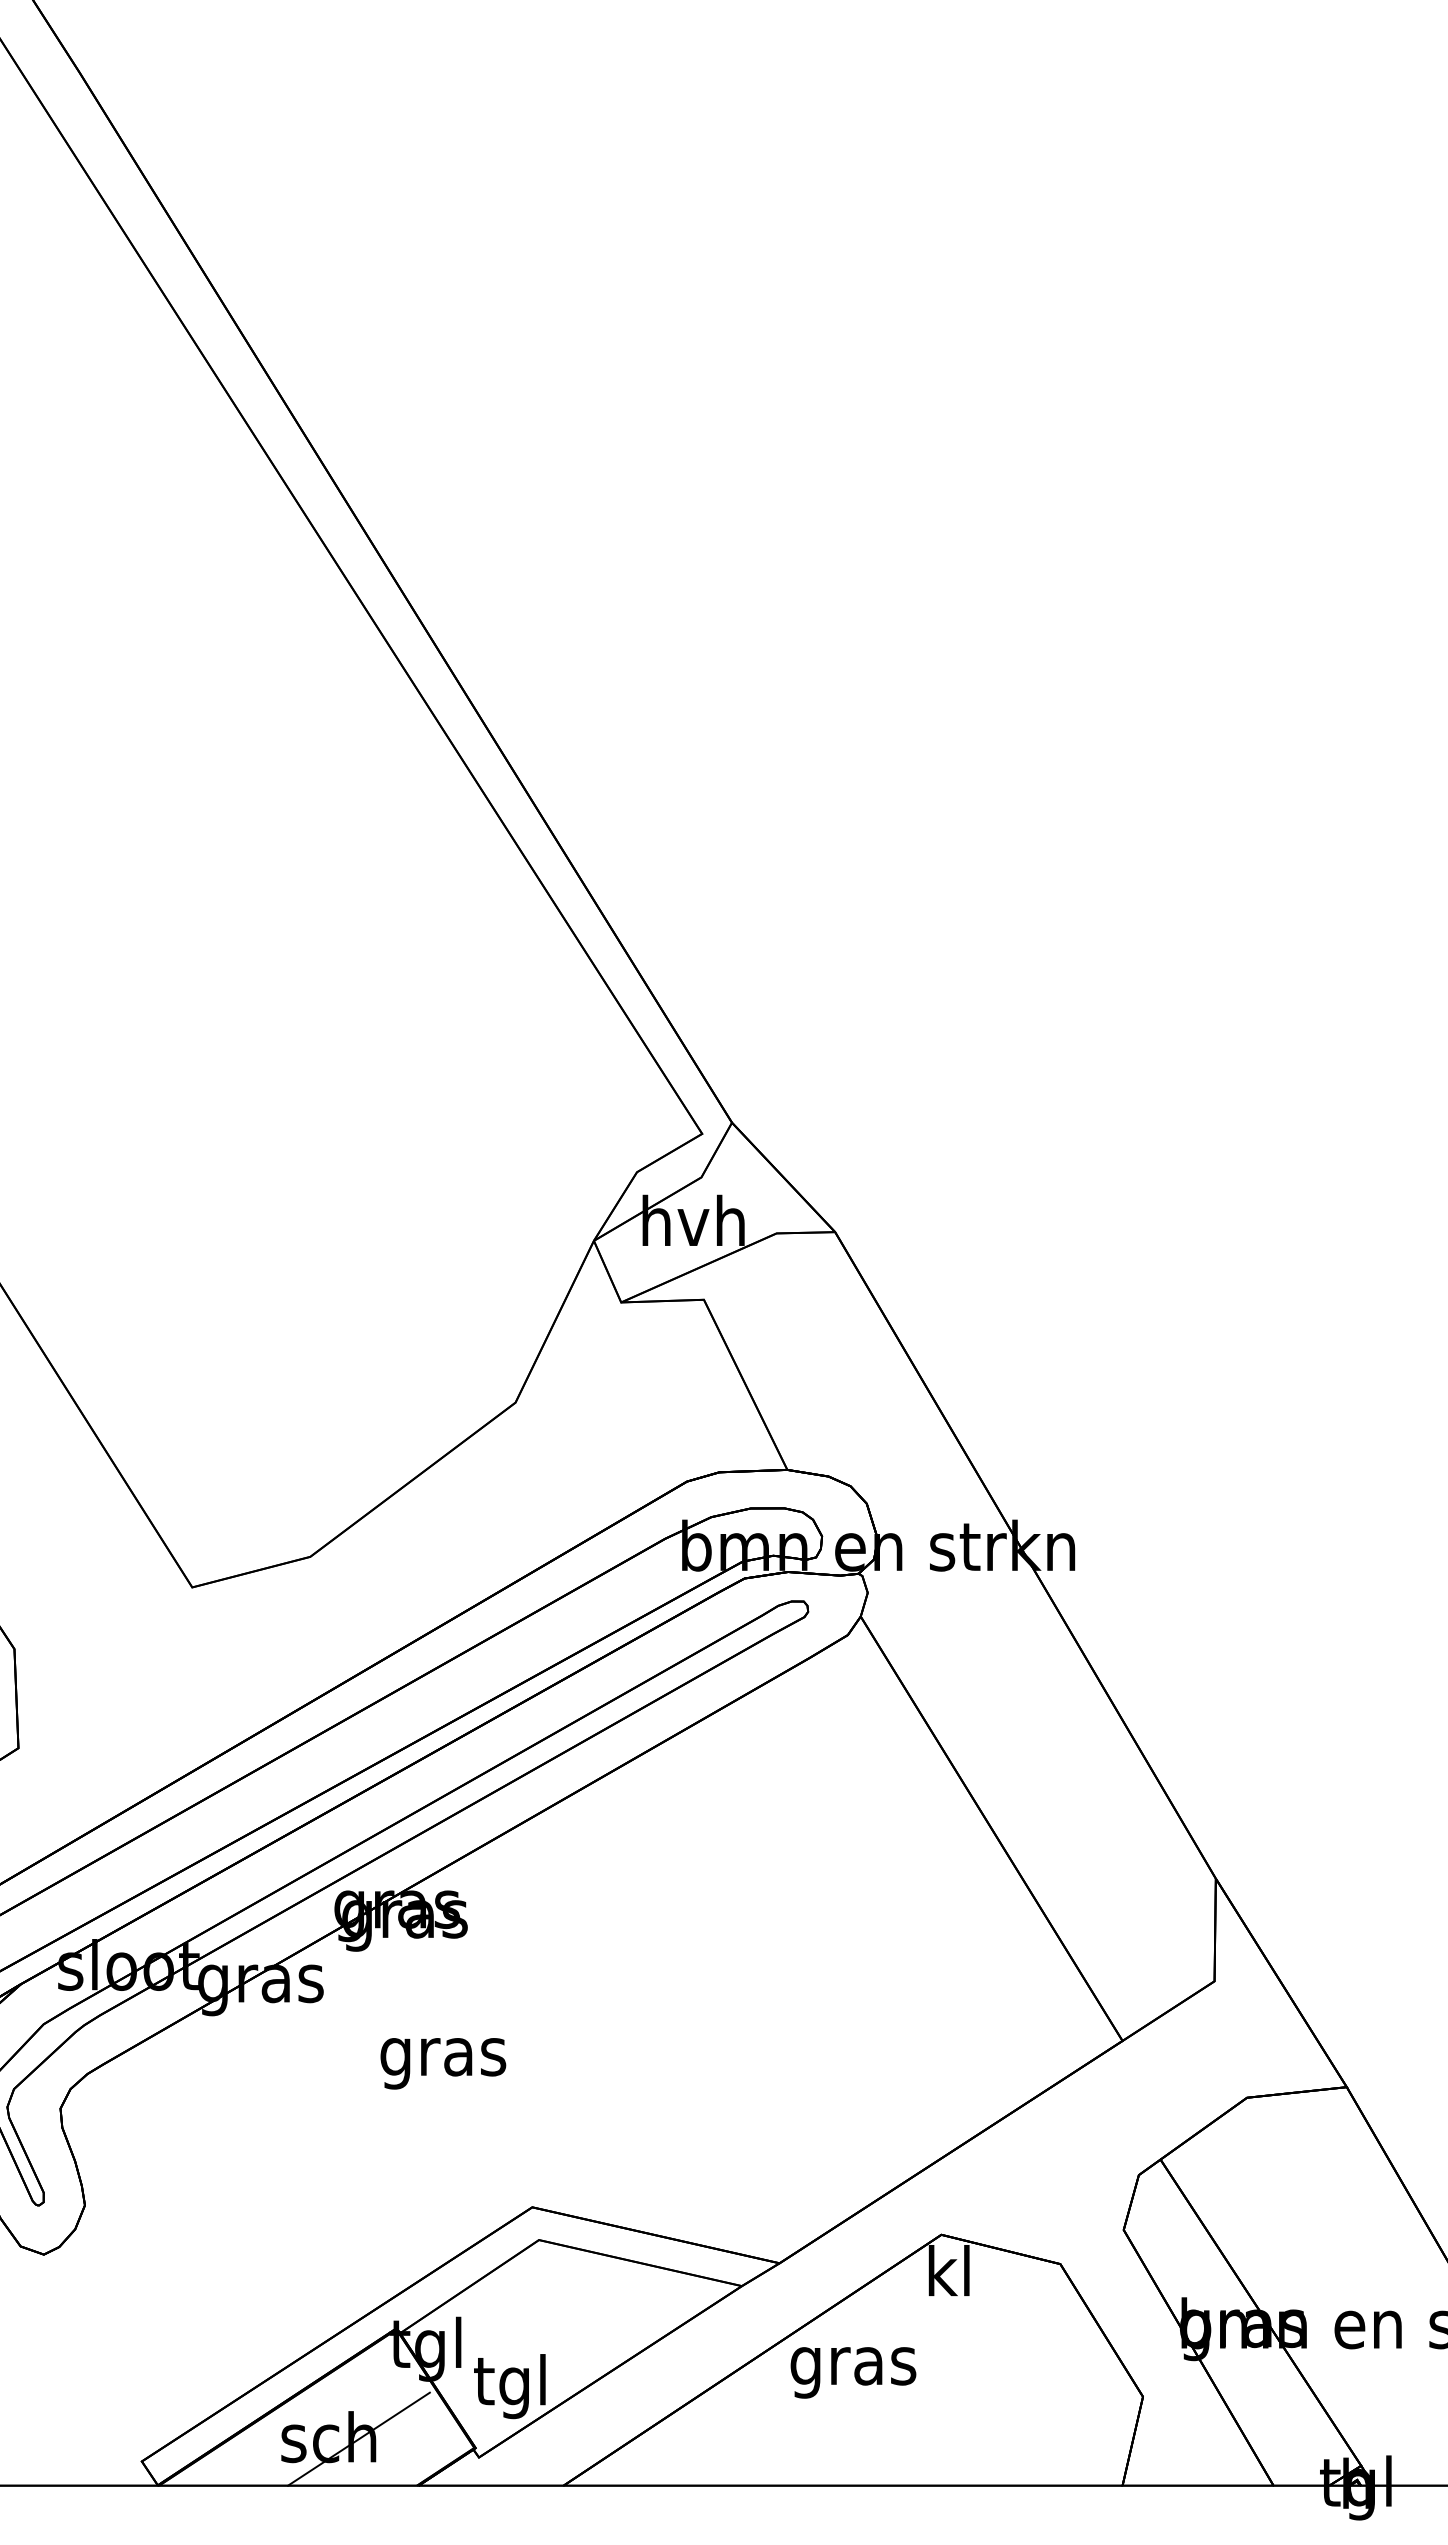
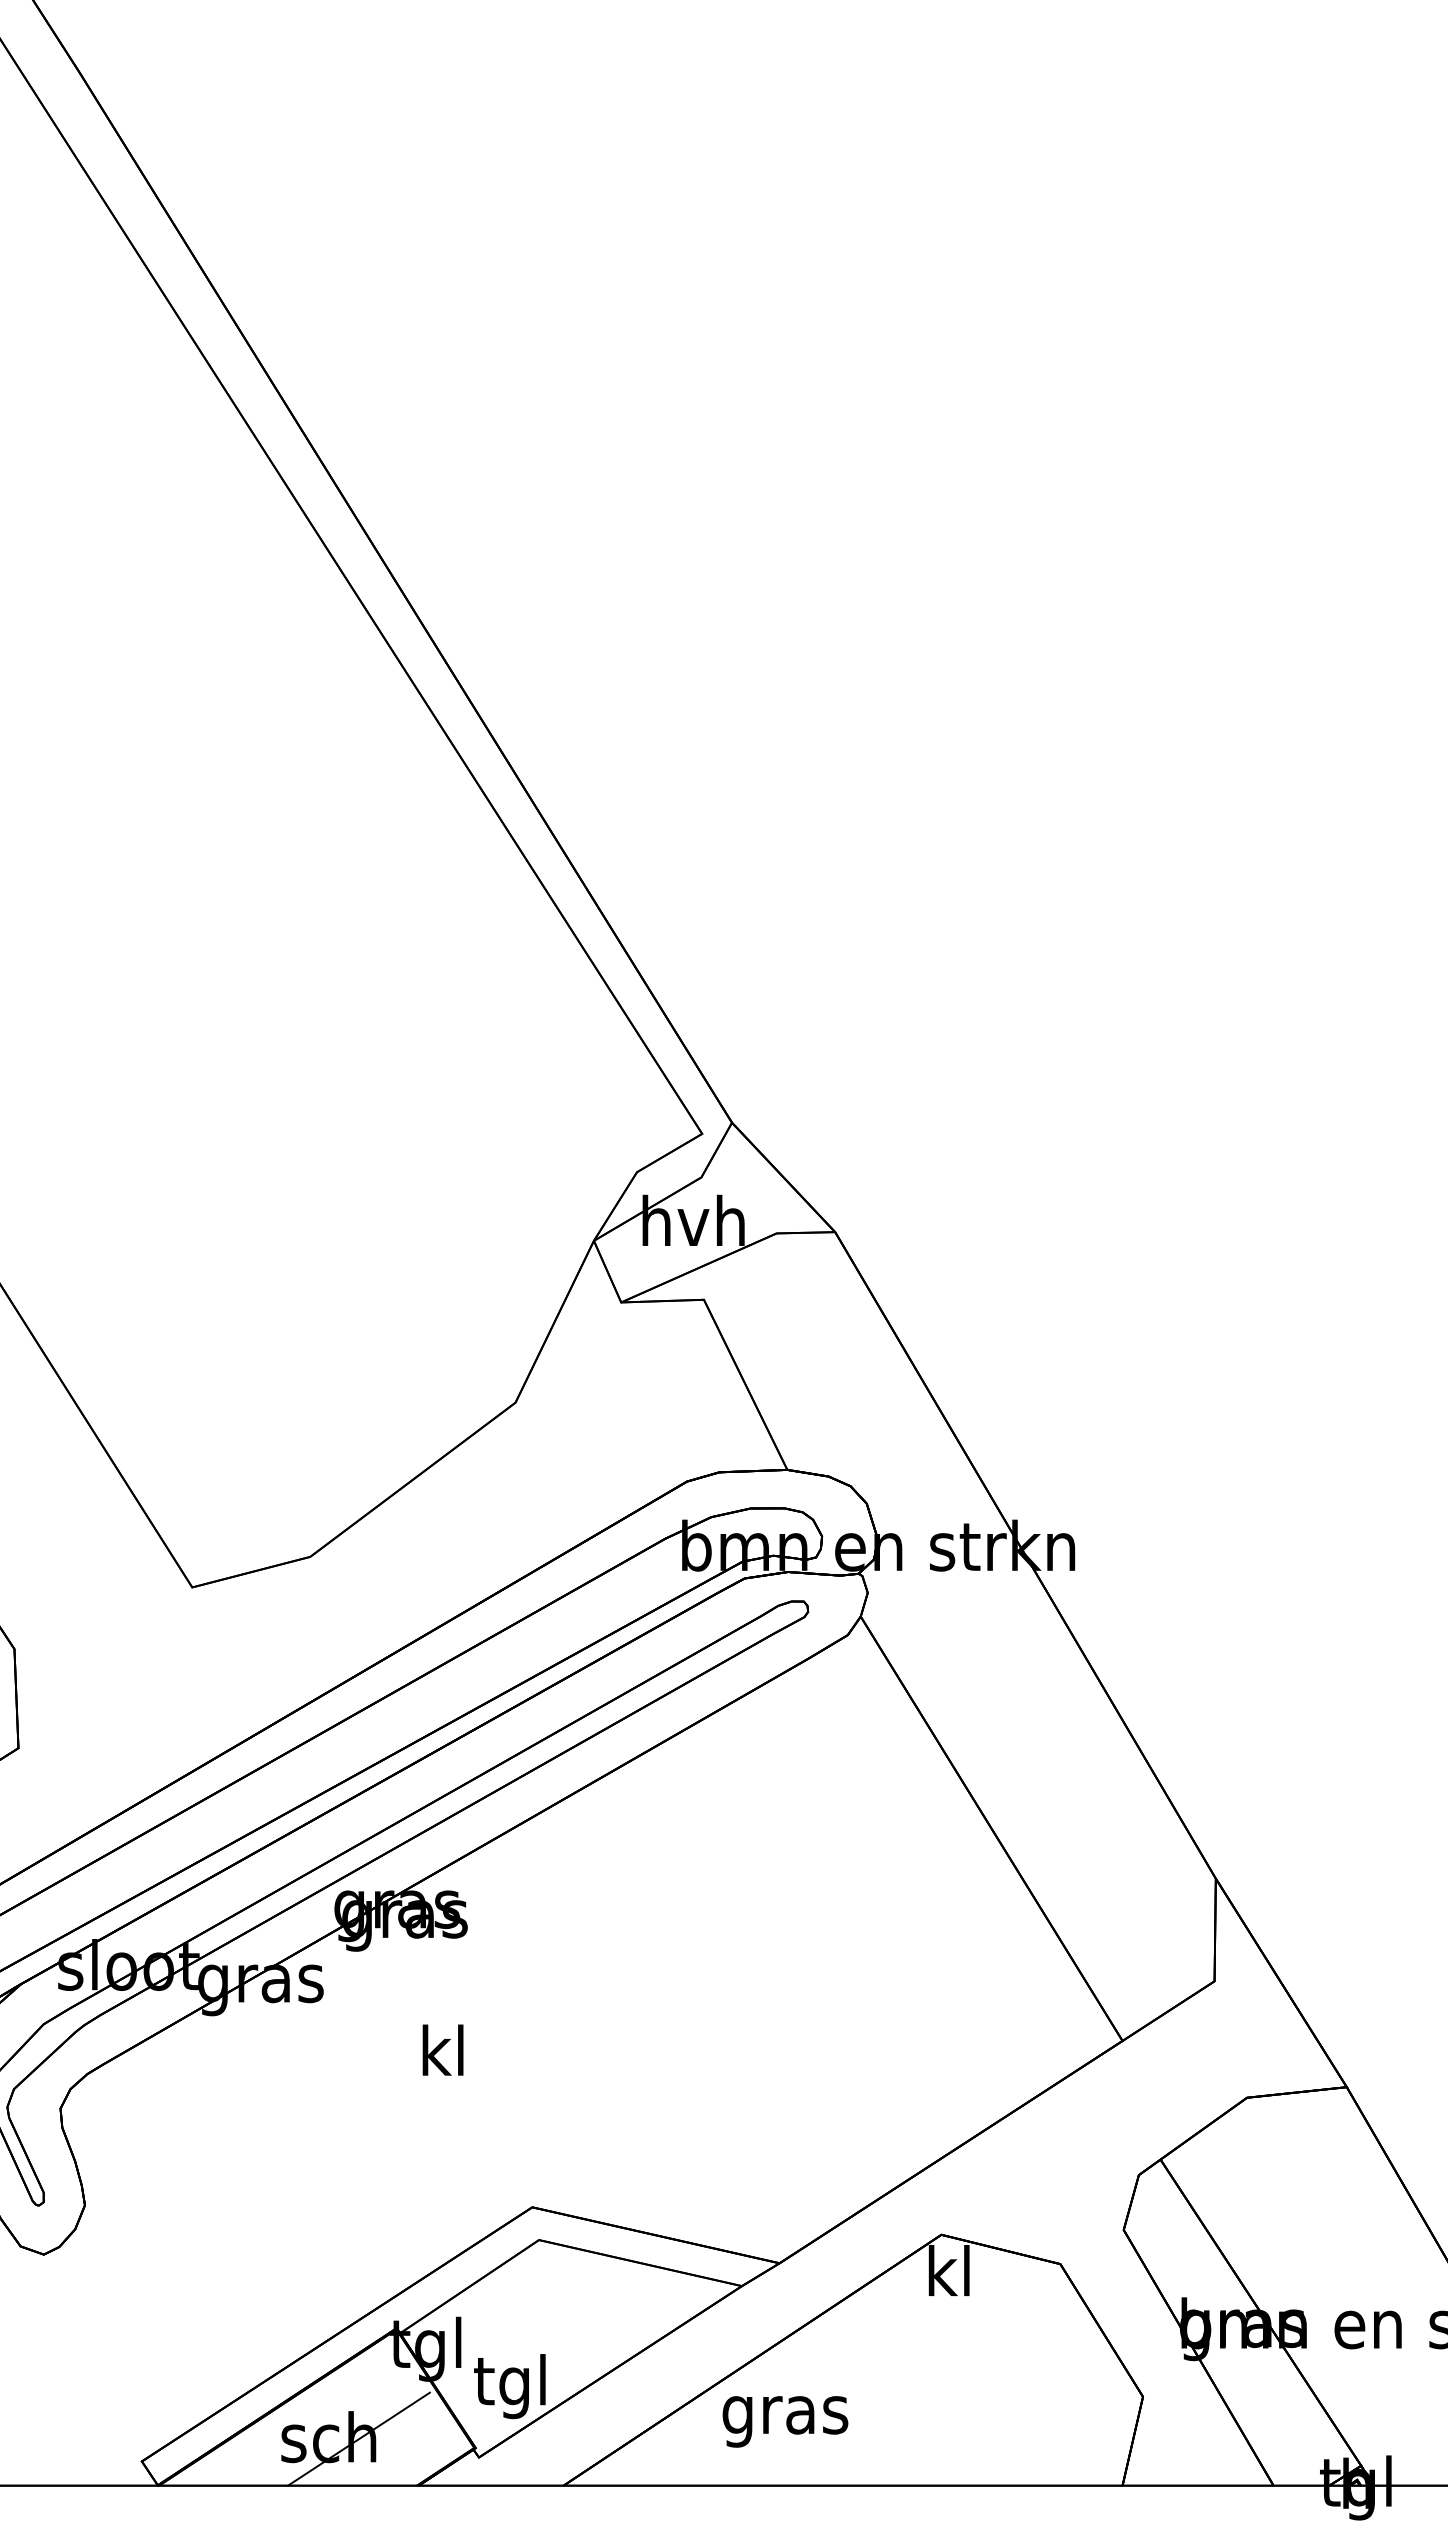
text at (443, 2056): gras -> kl
text at (853, 2372) position: (853, 2372) -> (785, 2421)
